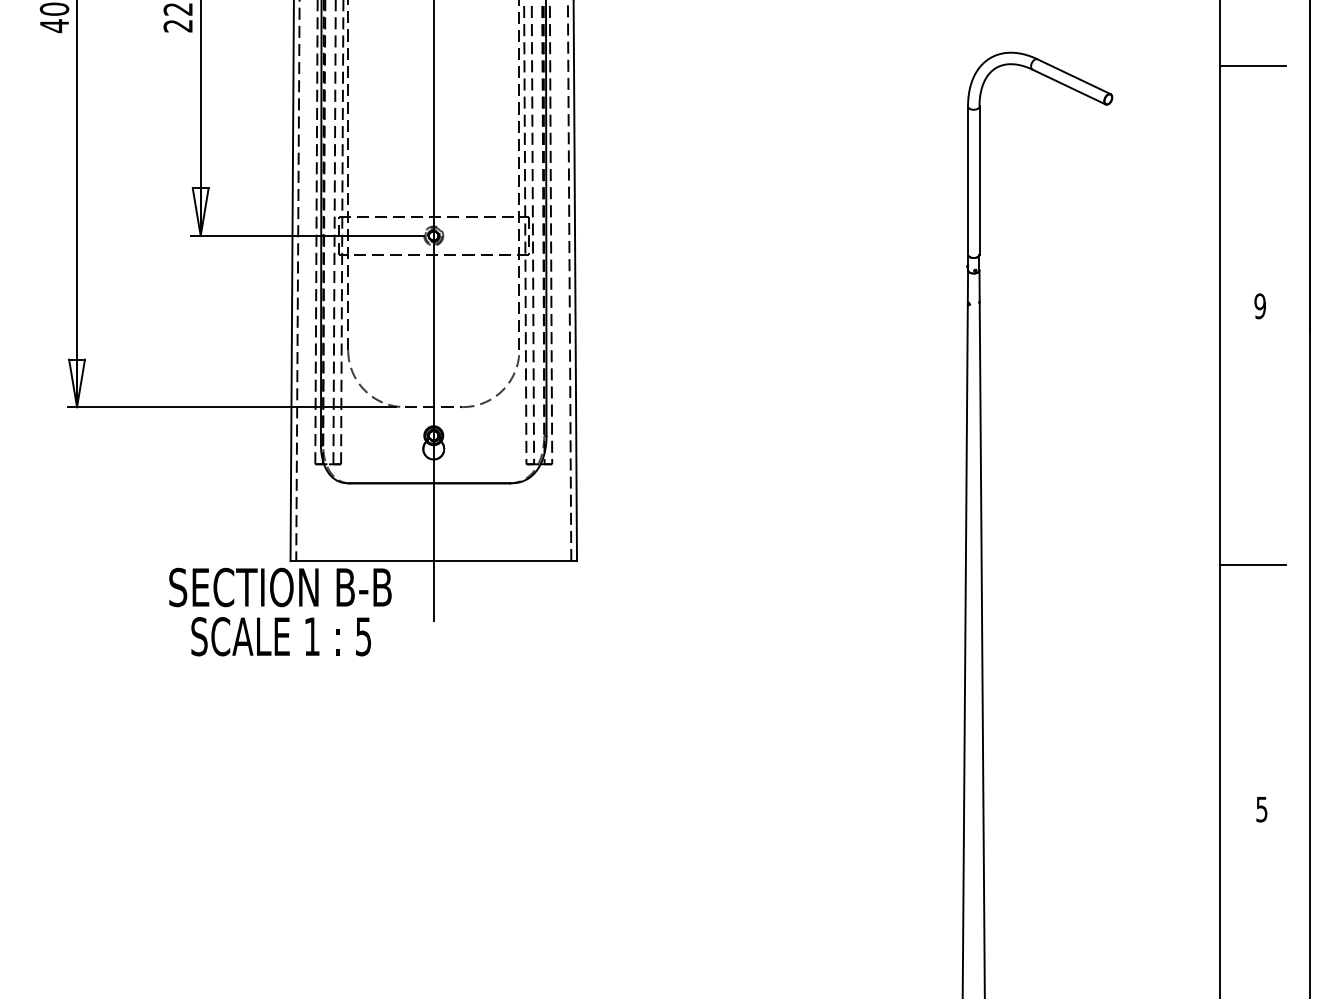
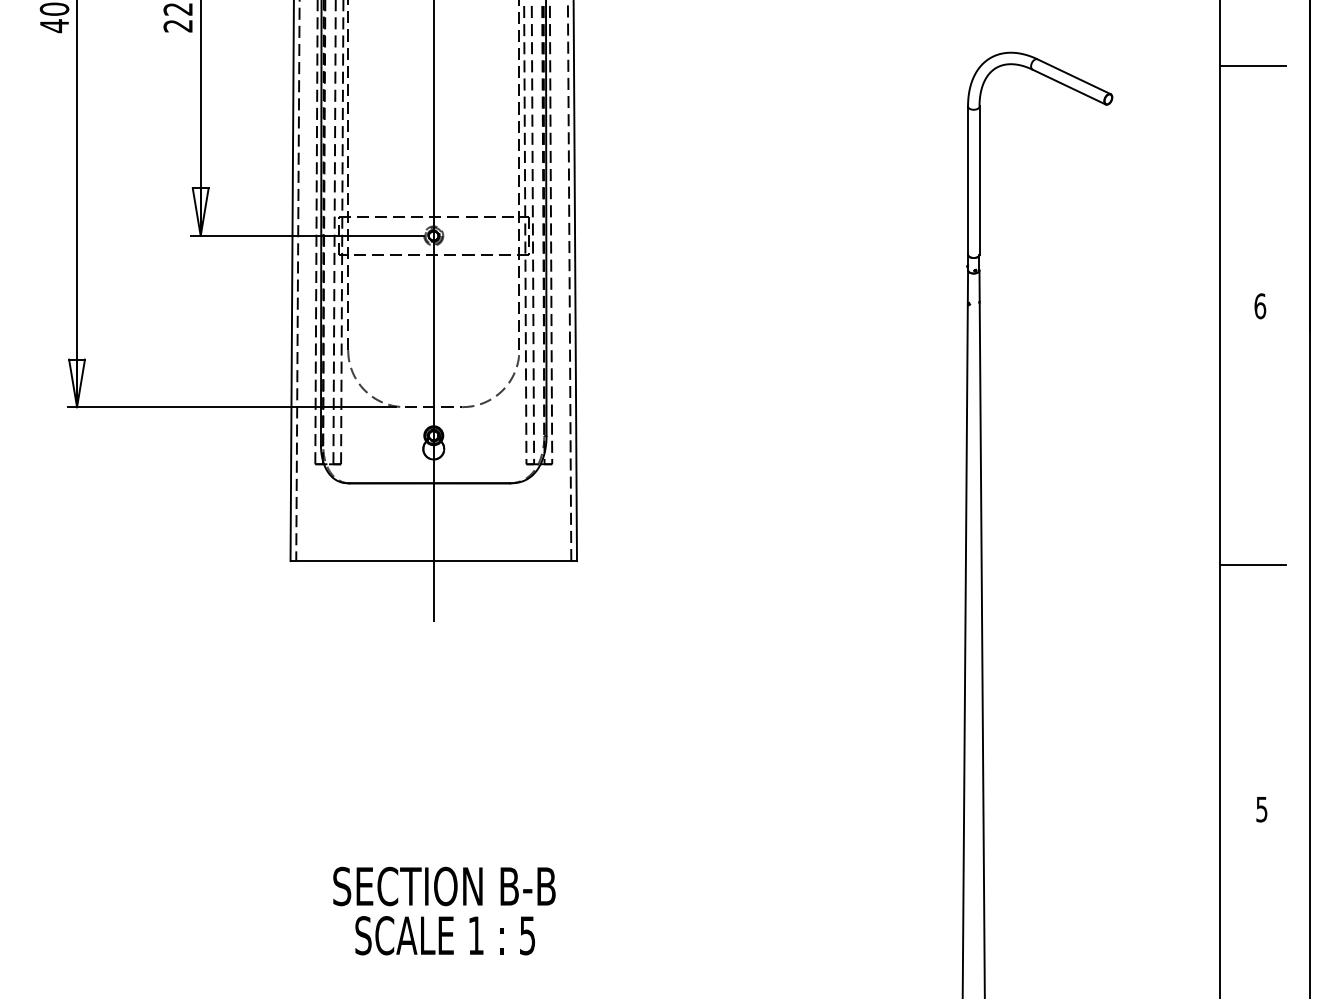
text at (1260, 306): 9 -> 6
text at (280, 611) position: (280, 611) -> (444, 910)
